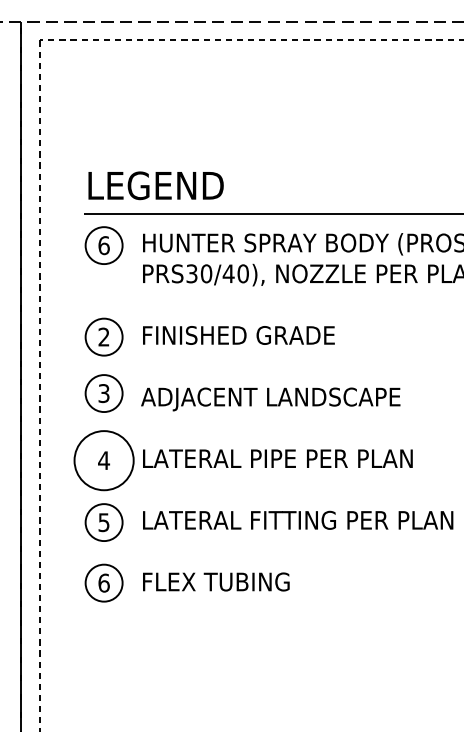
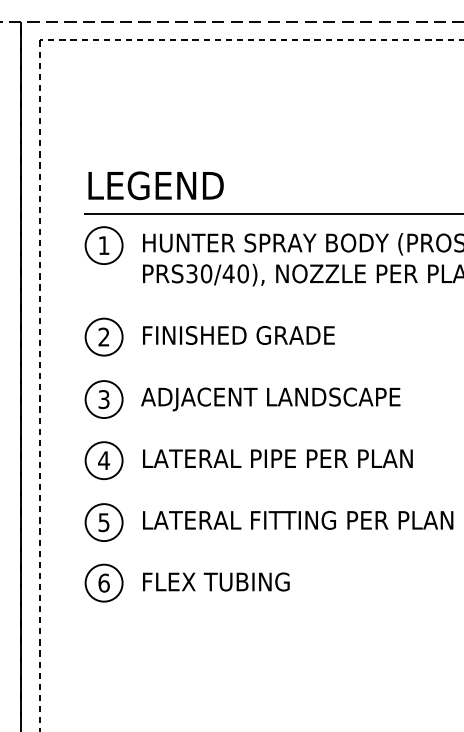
text at (103, 245): 6 -> 1
part at (103, 393) position: (103, 393) -> (103, 399)
circle at (103, 460) diameter: 59 px -> 37 px
